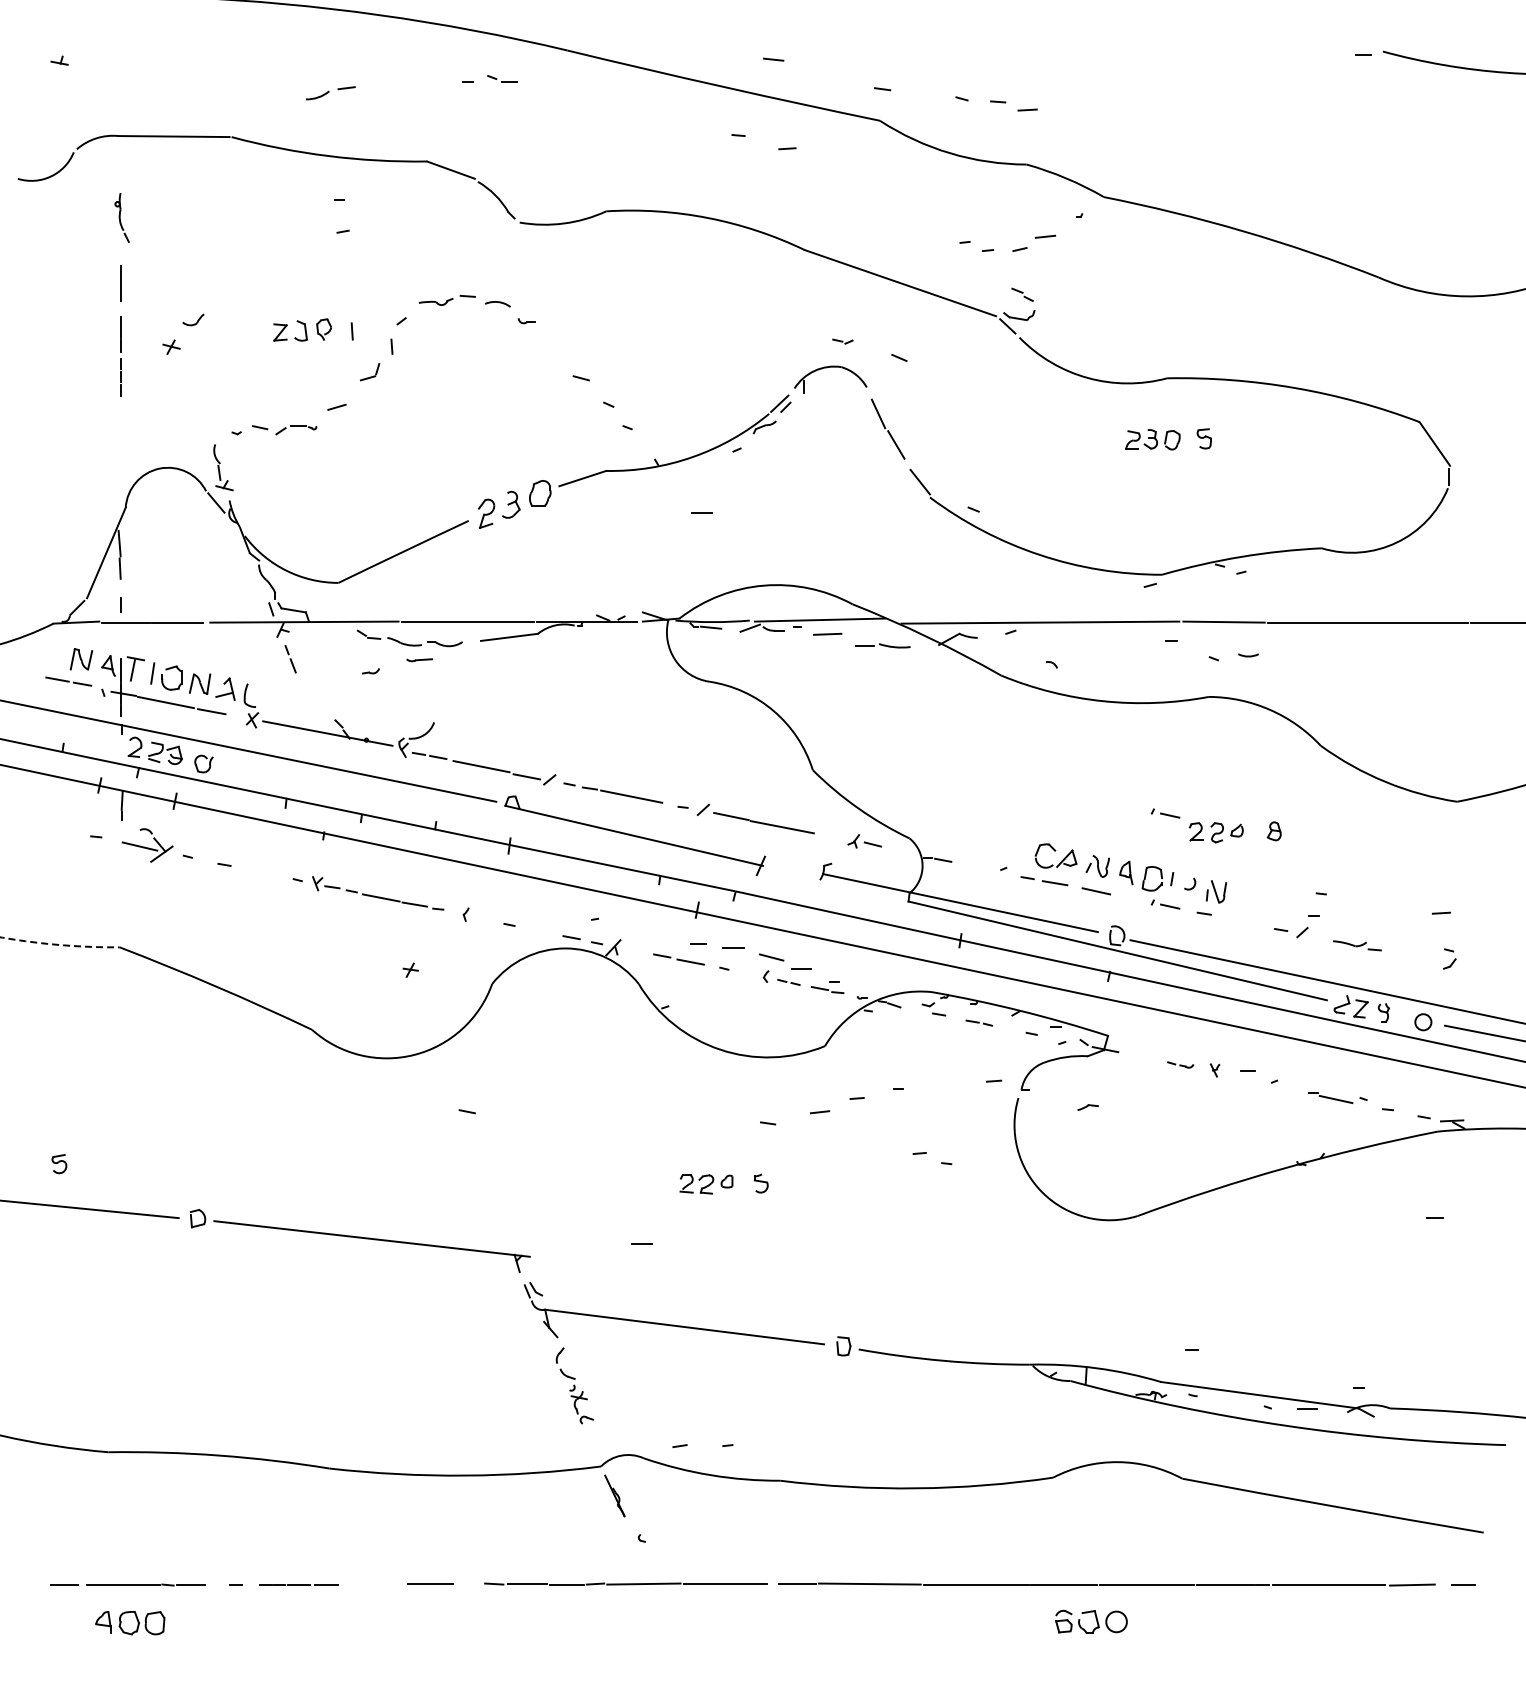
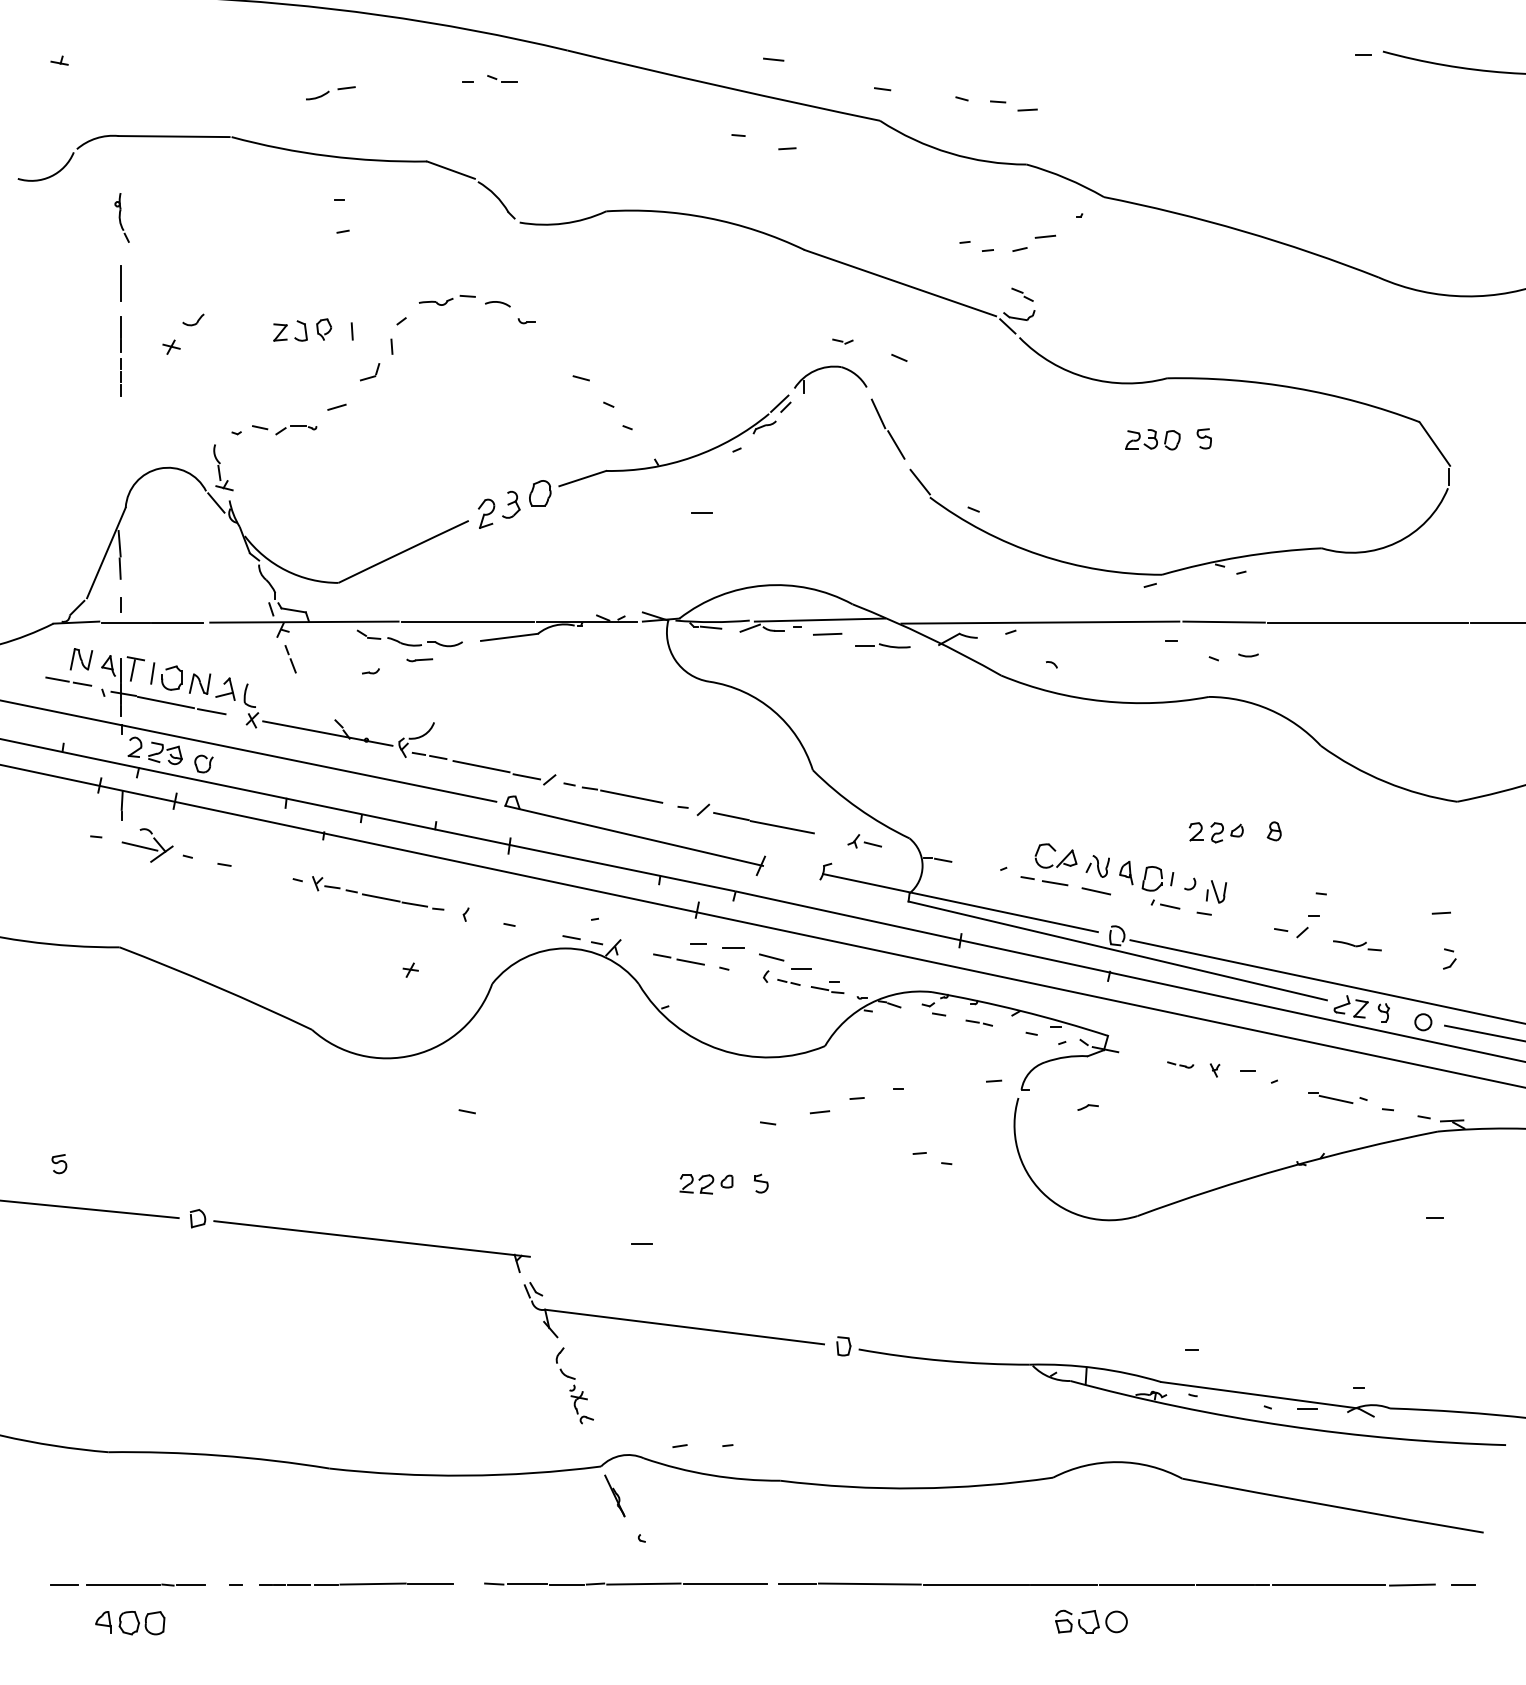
part at (1165, 813): present -> none
arc at (59, 944): dashed -> solid
line at (372, 1583): none -> present
